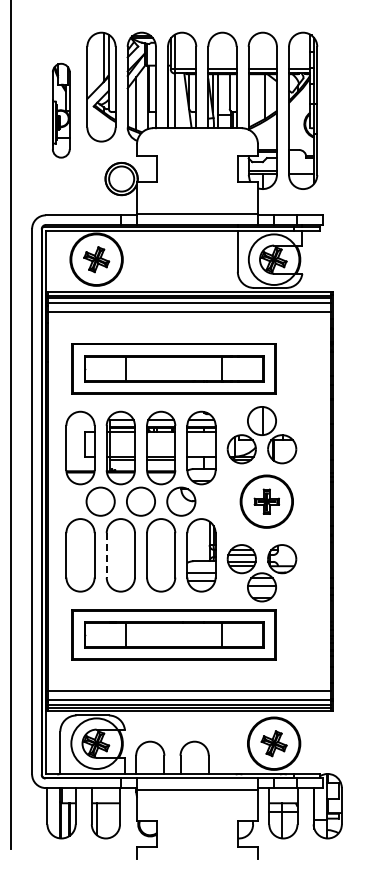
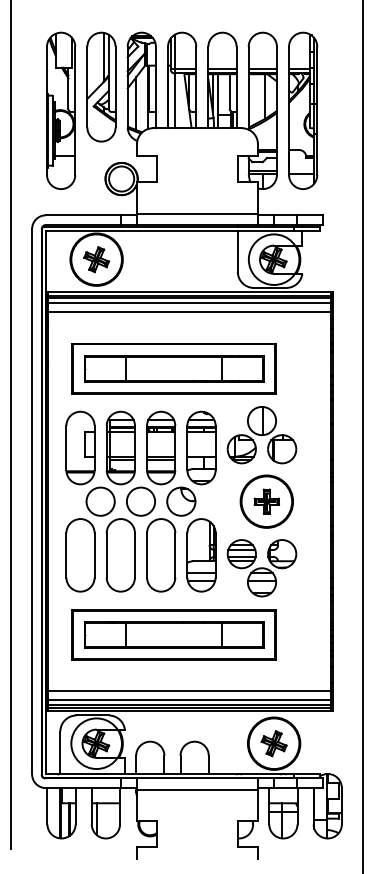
part at (61, 110) size: 19x97 px -> 31x159 px
line at (362, 436): none -> present
line at (106, 555): dashed -> solid
part at (261, 573) position: (261, 573) -> (261, 568)
